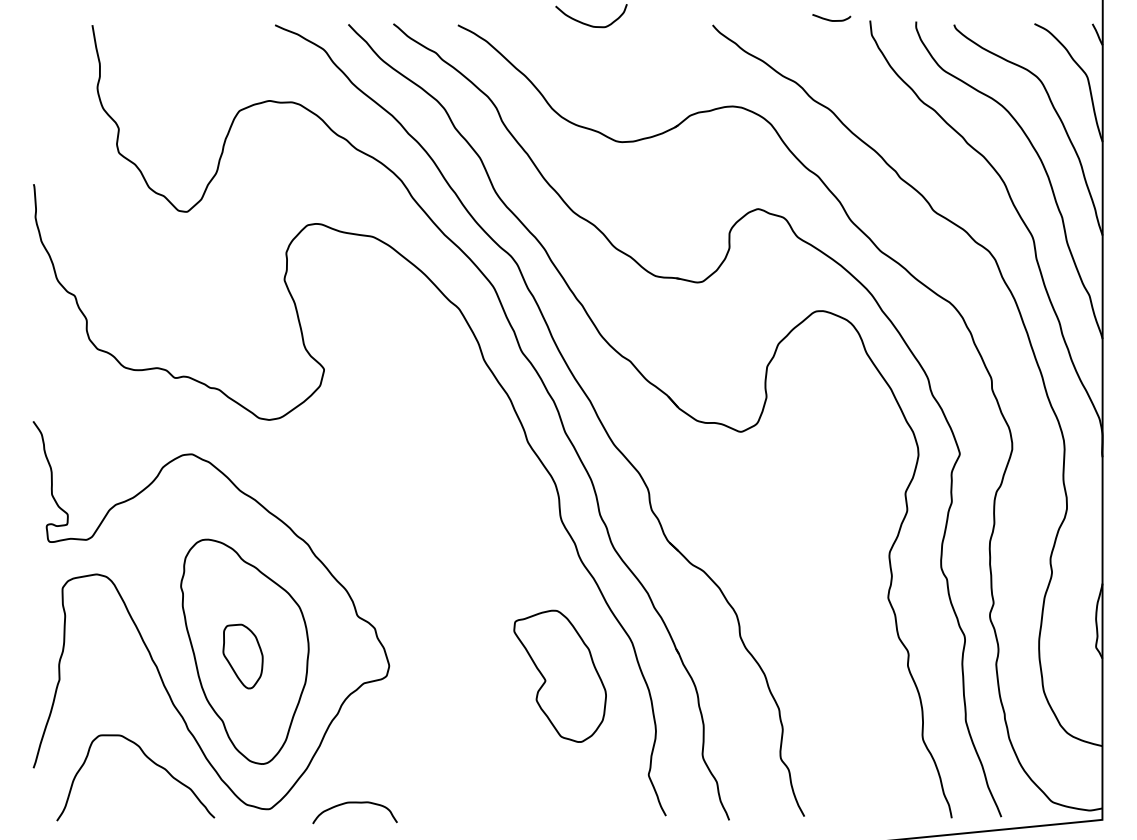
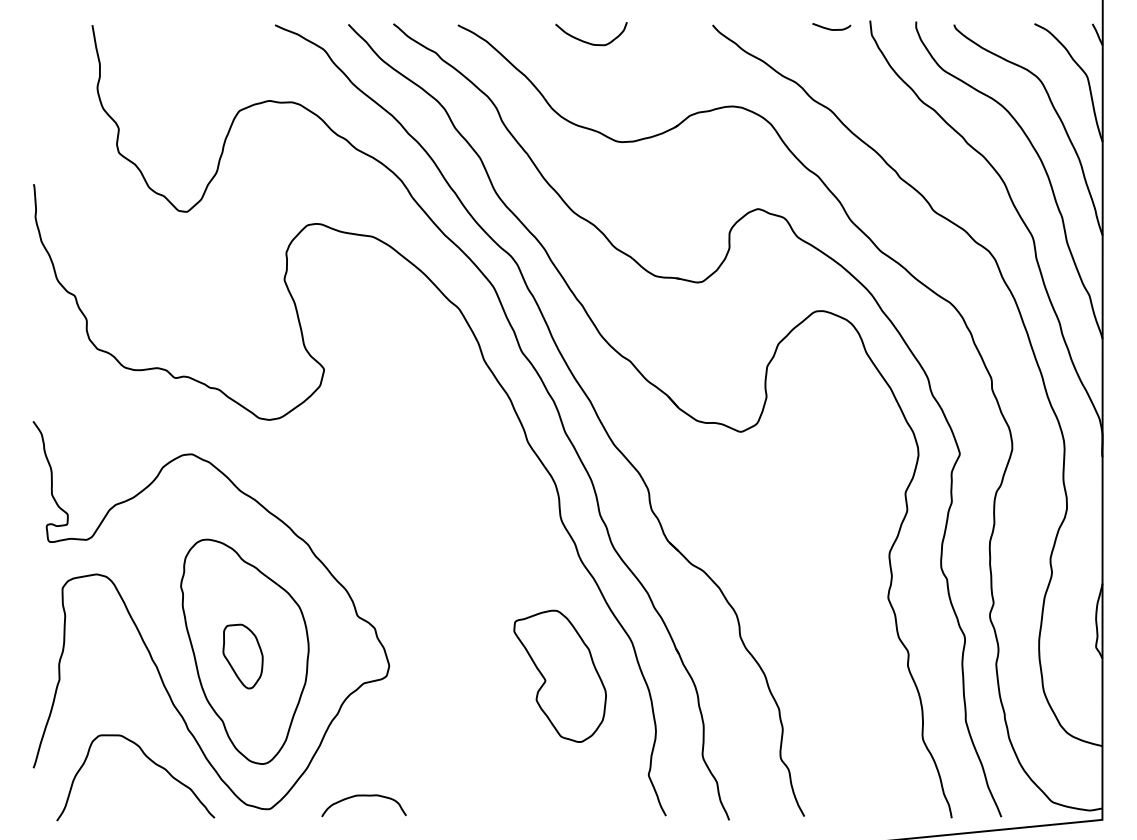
curve at (831, 19) position: (831, 19) -> (831, 28)
curve at (589, 24) position: (589, 24) -> (589, 42)
curve at (354, 803) position: (354, 803) -> (363, 796)
